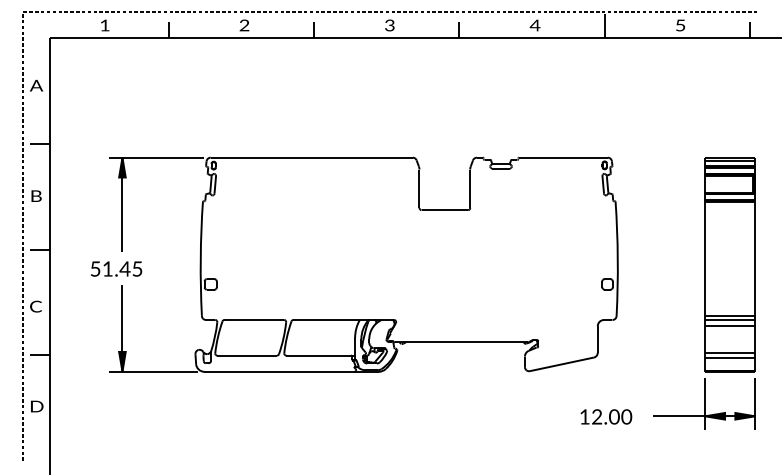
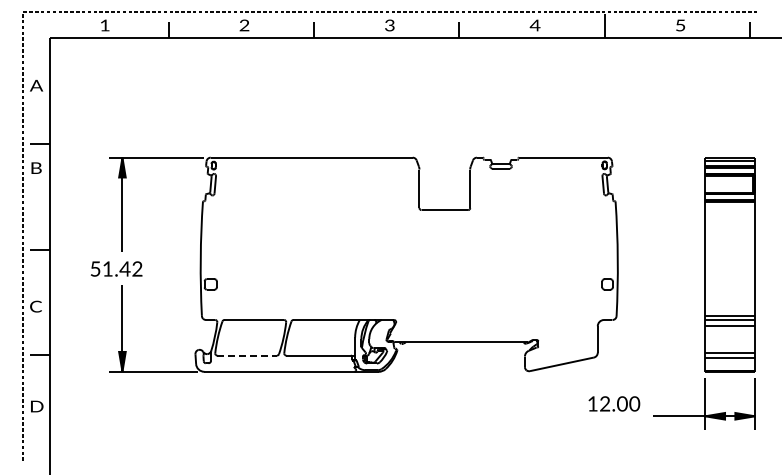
text at (36, 195) position: (36, 195) -> (36, 167)
text at (137, 268): 51.45 -> 51.42
line at (247, 355): solid -> dashed
text at (606, 416) position: (606, 416) -> (614, 403)
